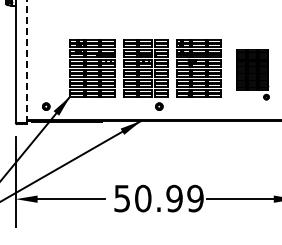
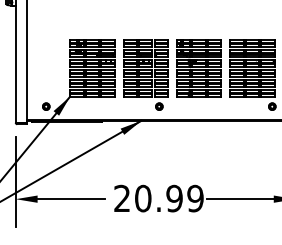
line at (27, 61): dashed -> solid
part at (252, 74) size: 34x52 px -> 48x72 px
text at (121, 198): 50.99 -> 20.99
